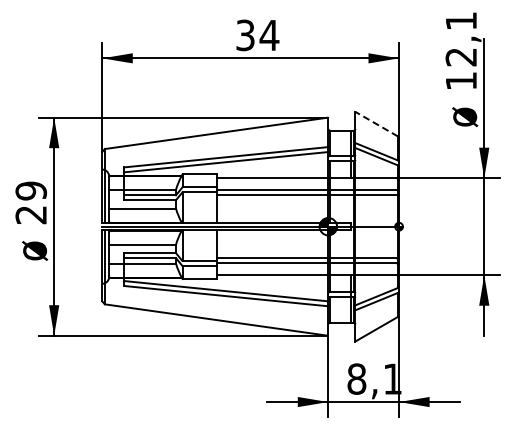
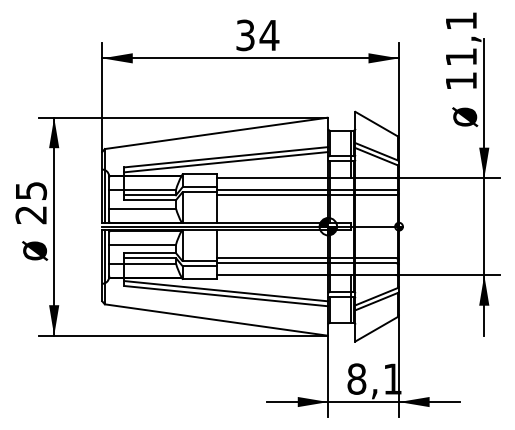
text at (460, 57): 12,1 -> 11,1
line at (376, 124): dashed -> solid
text at (30, 190): 29 -> 25
